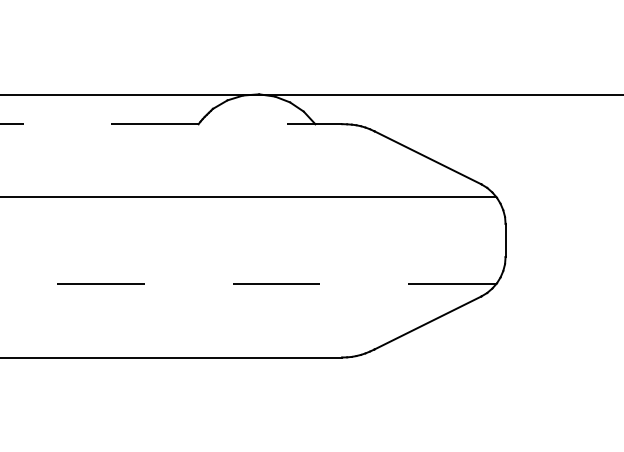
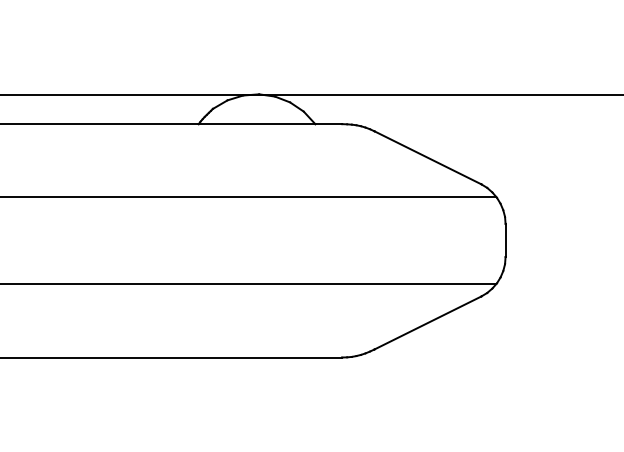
line at (171, 124): dashed -> solid
line at (247, 283): dashed -> solid
